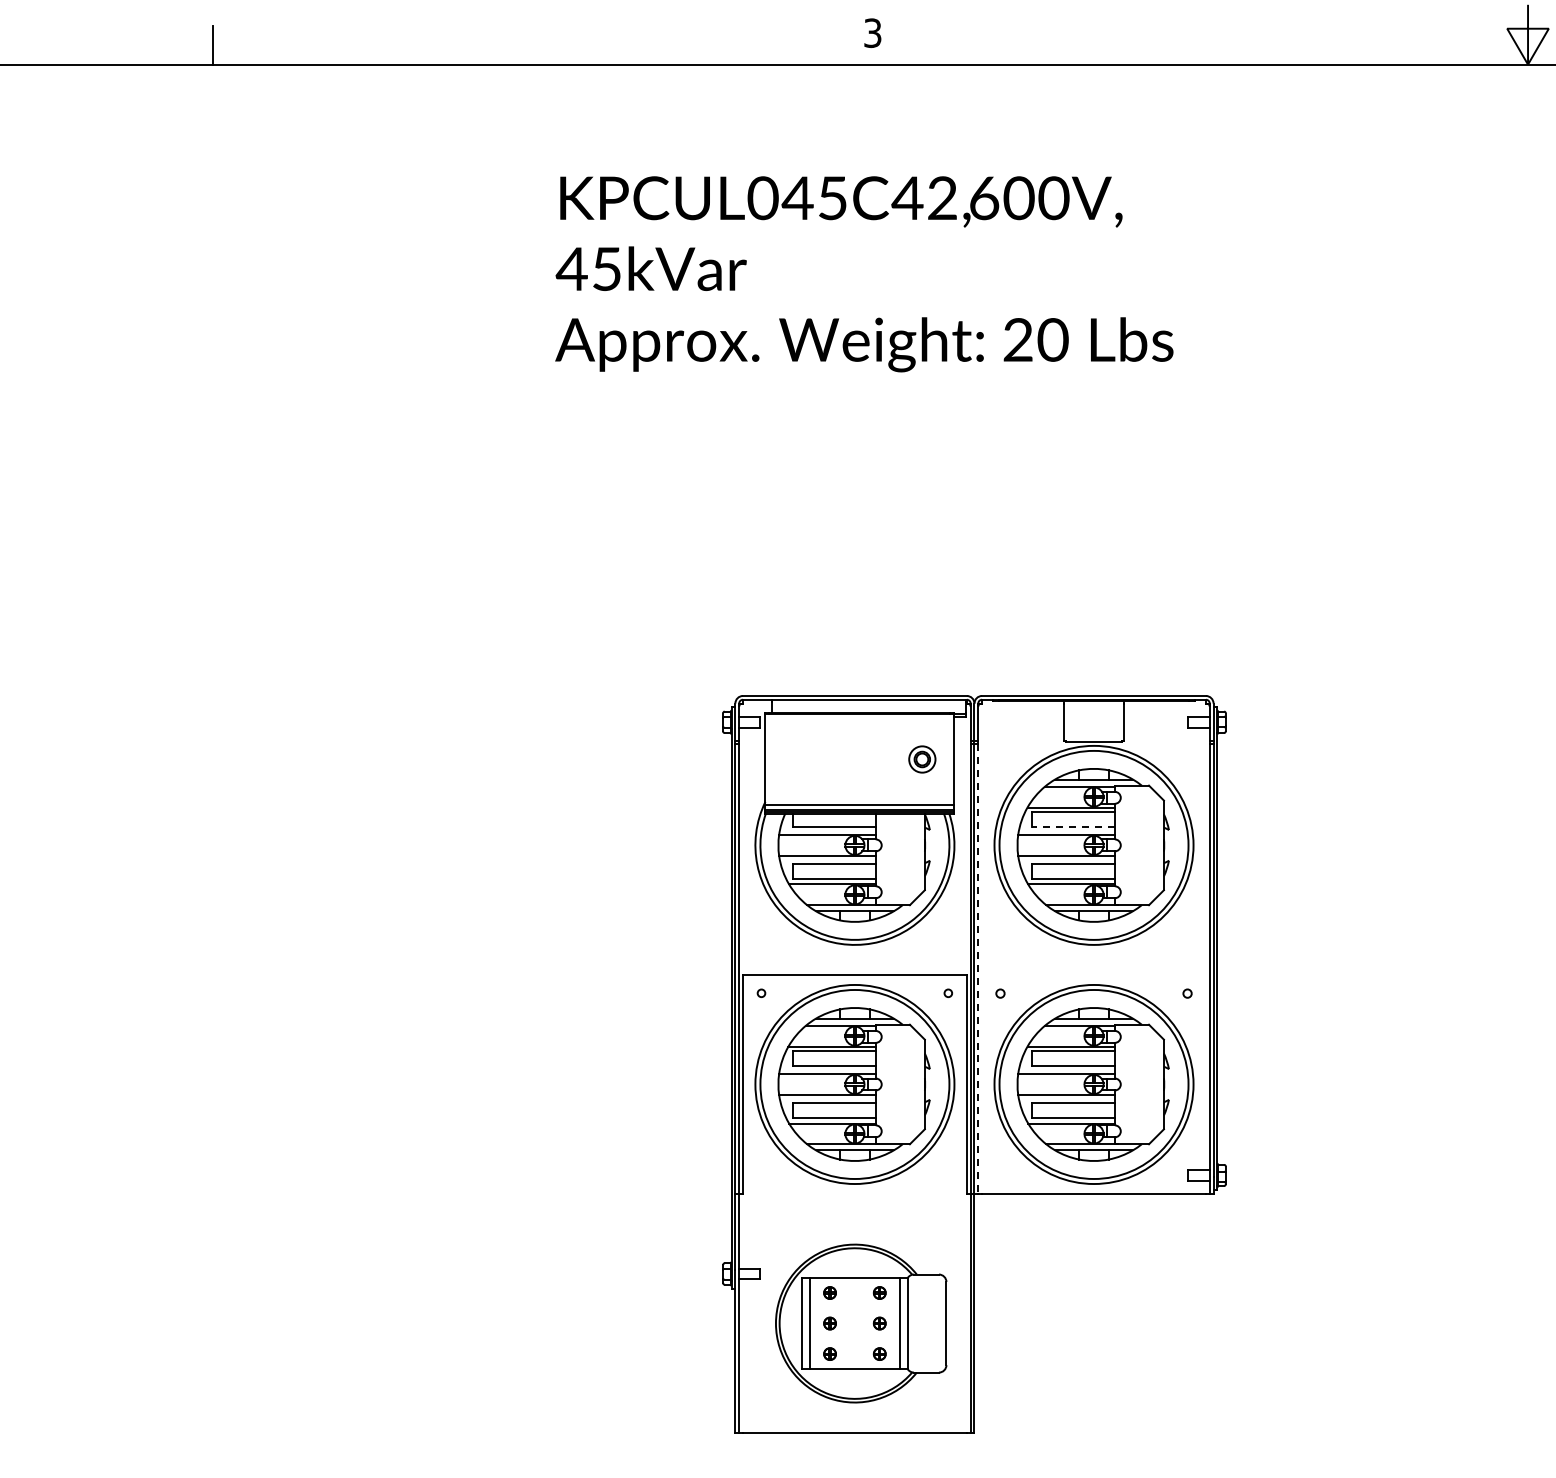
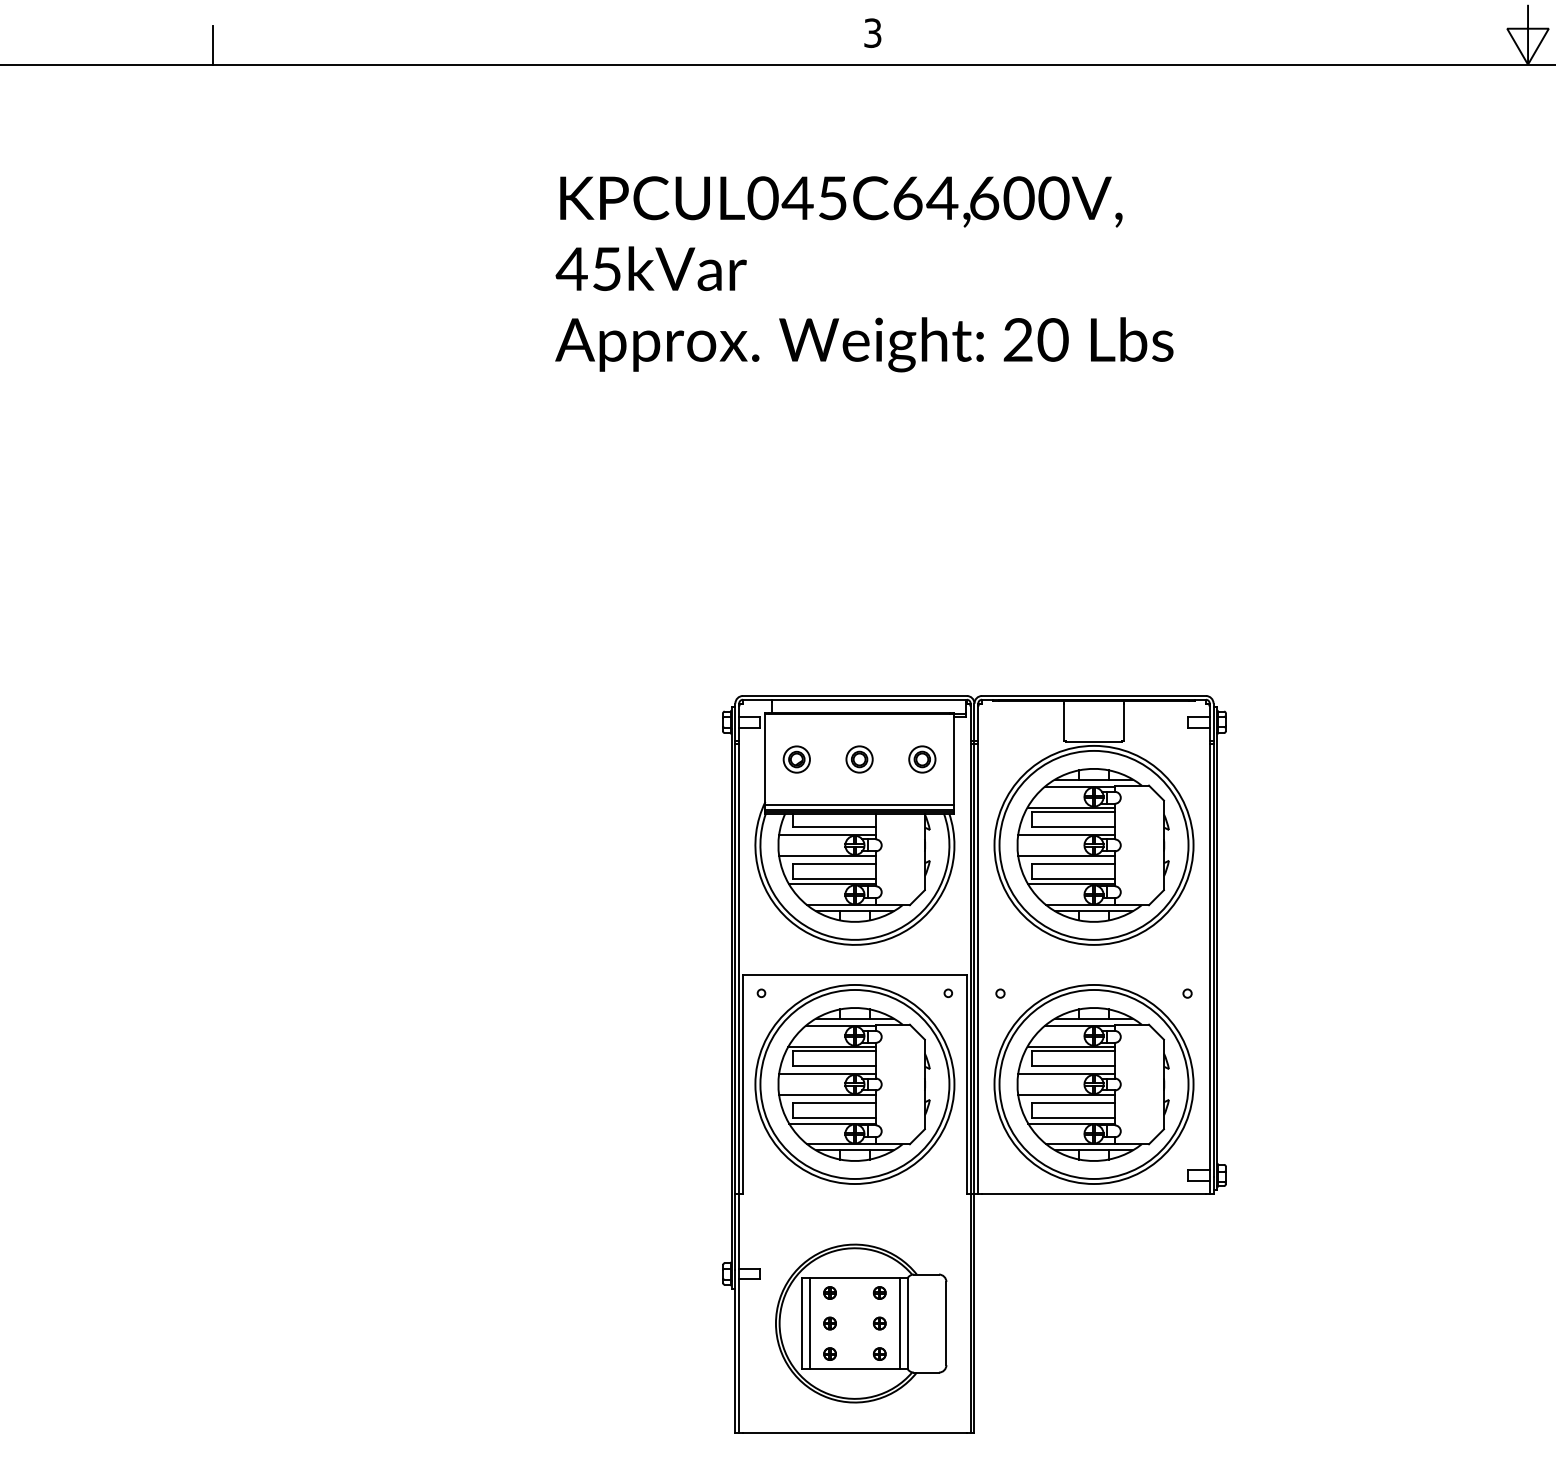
text at (924, 198): KPCUL045C42, -> KPCUL045C64,
part at (796, 759): none -> present
part at (859, 759): none -> present
line at (1073, 826): dashed -> solid
line at (978, 969): dashed -> solid
